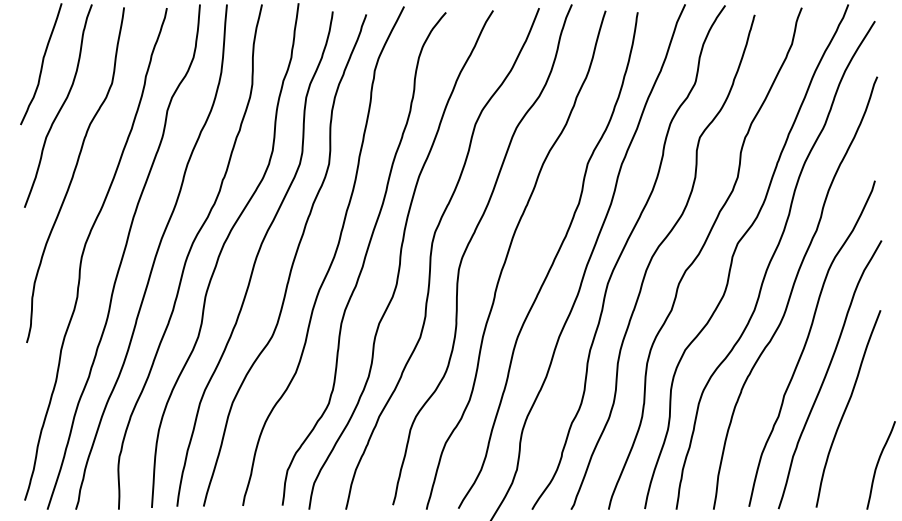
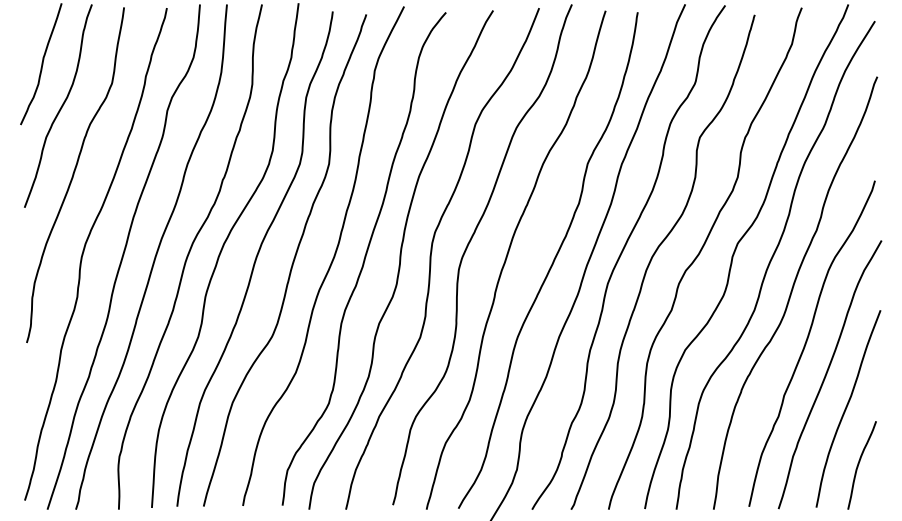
curve at (878, 464) position: (878, 464) -> (859, 464)
